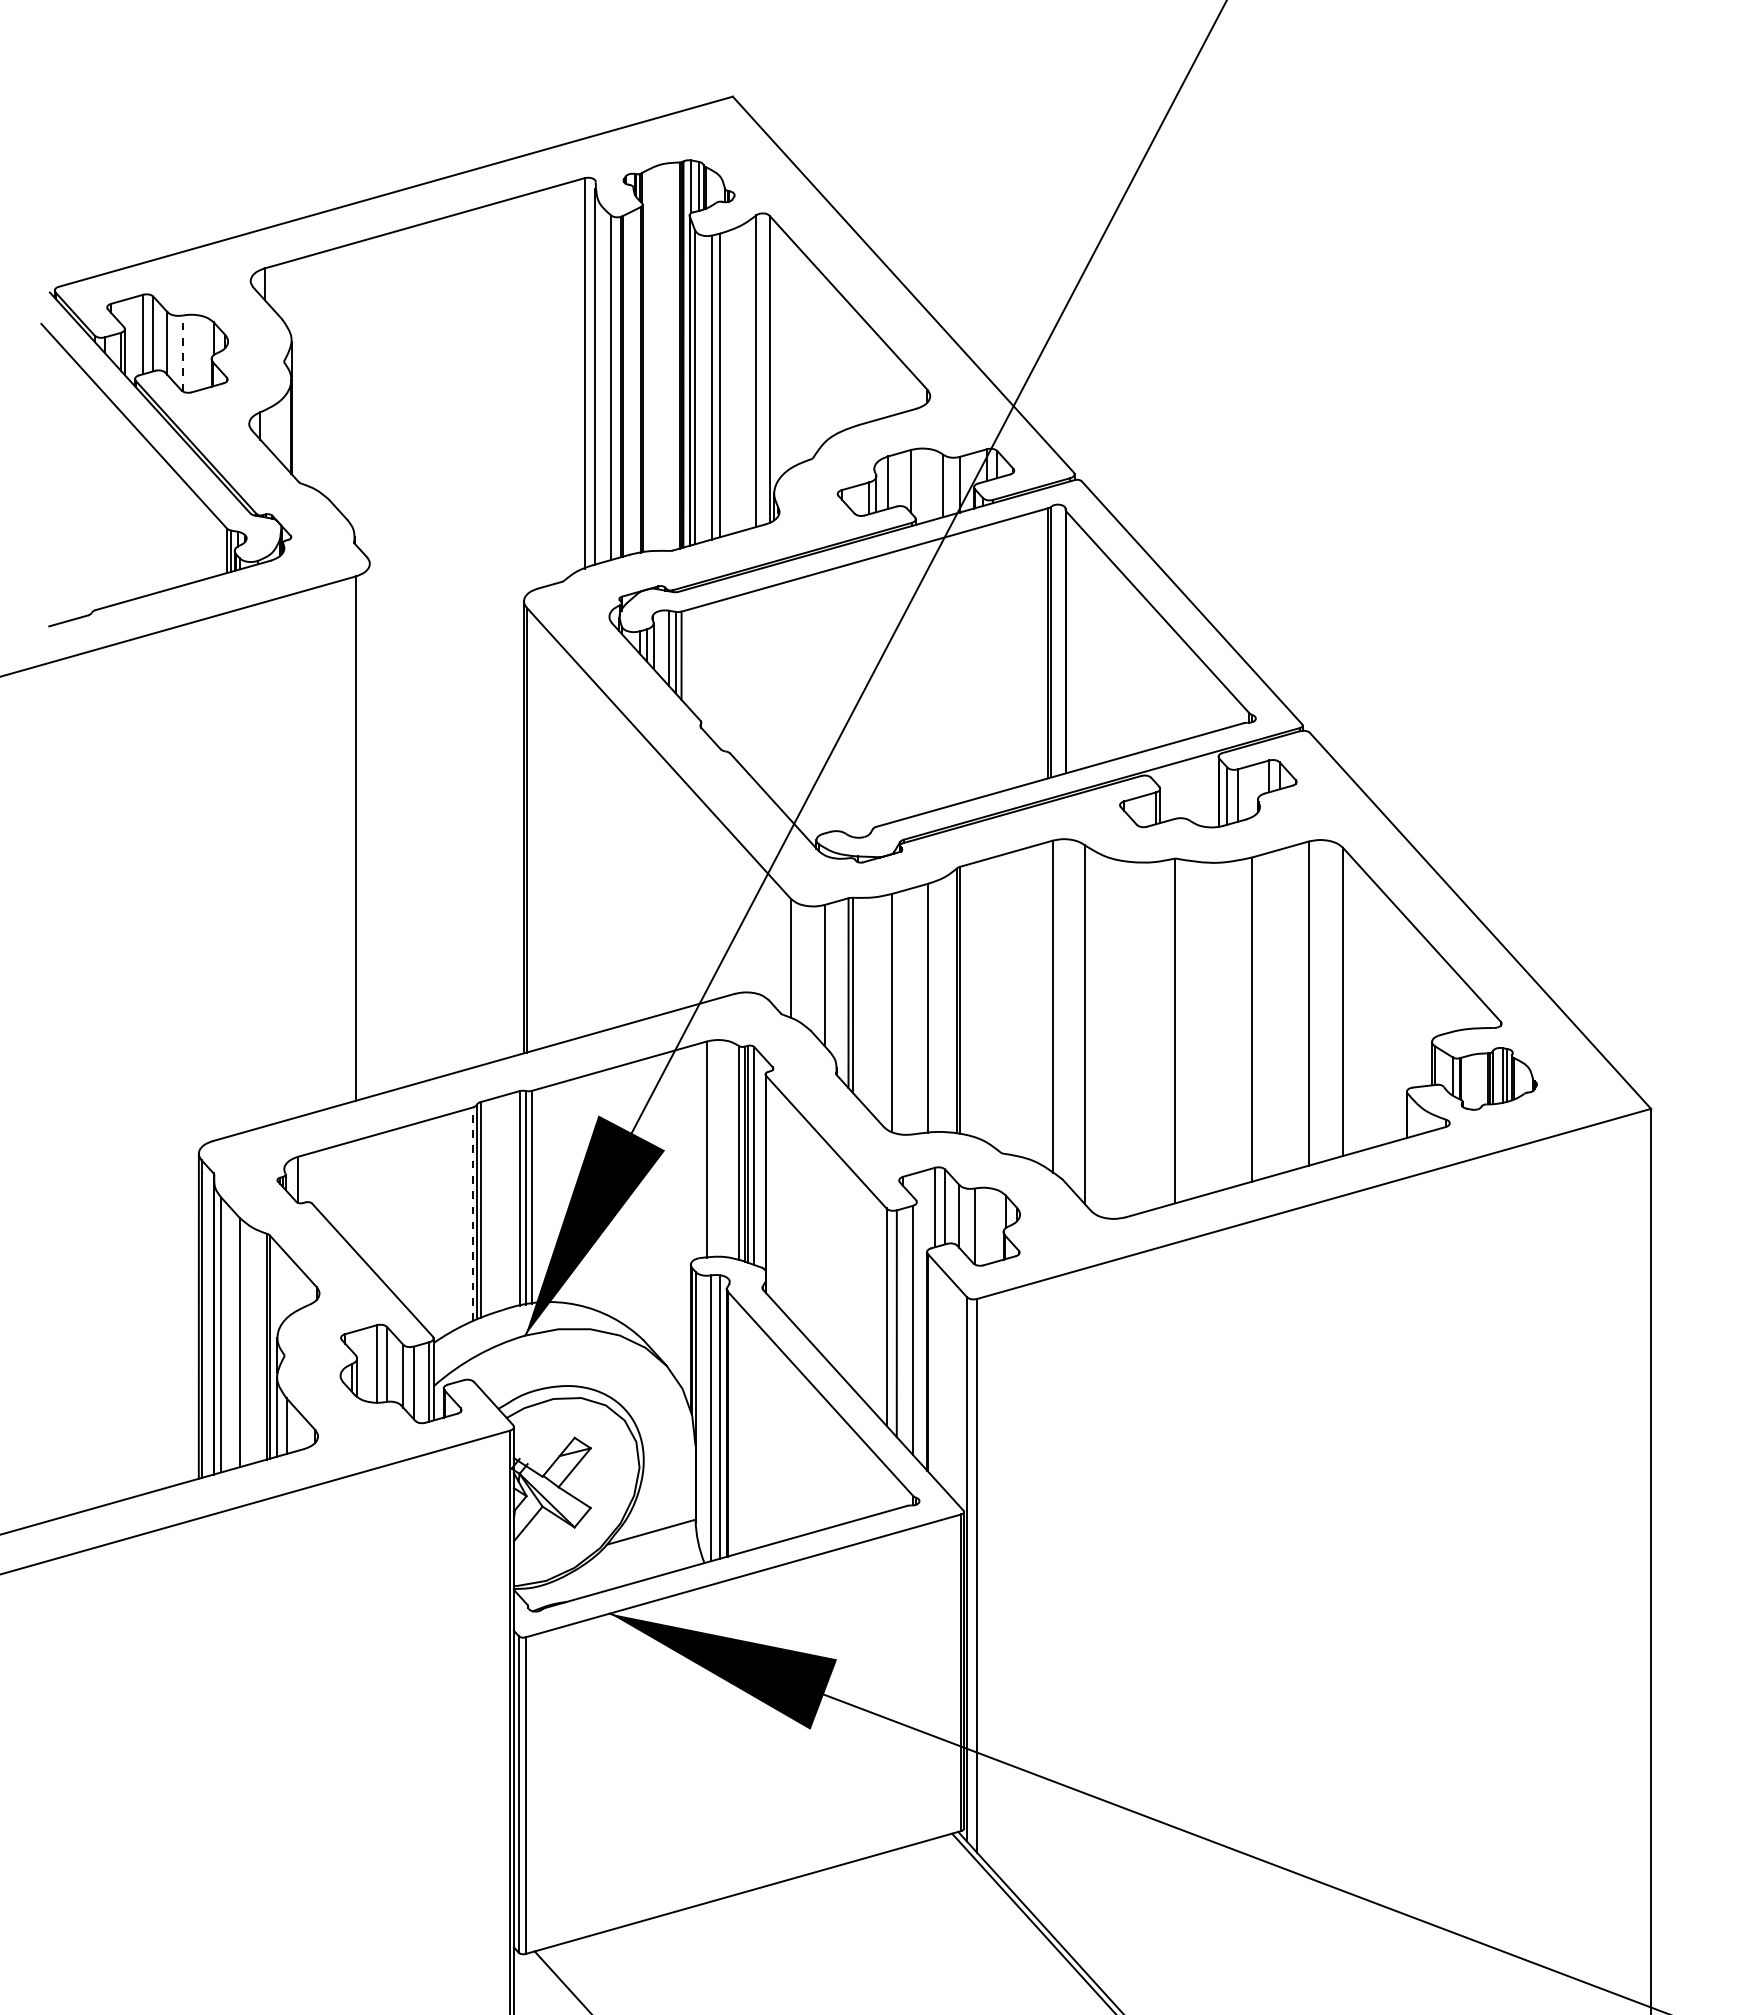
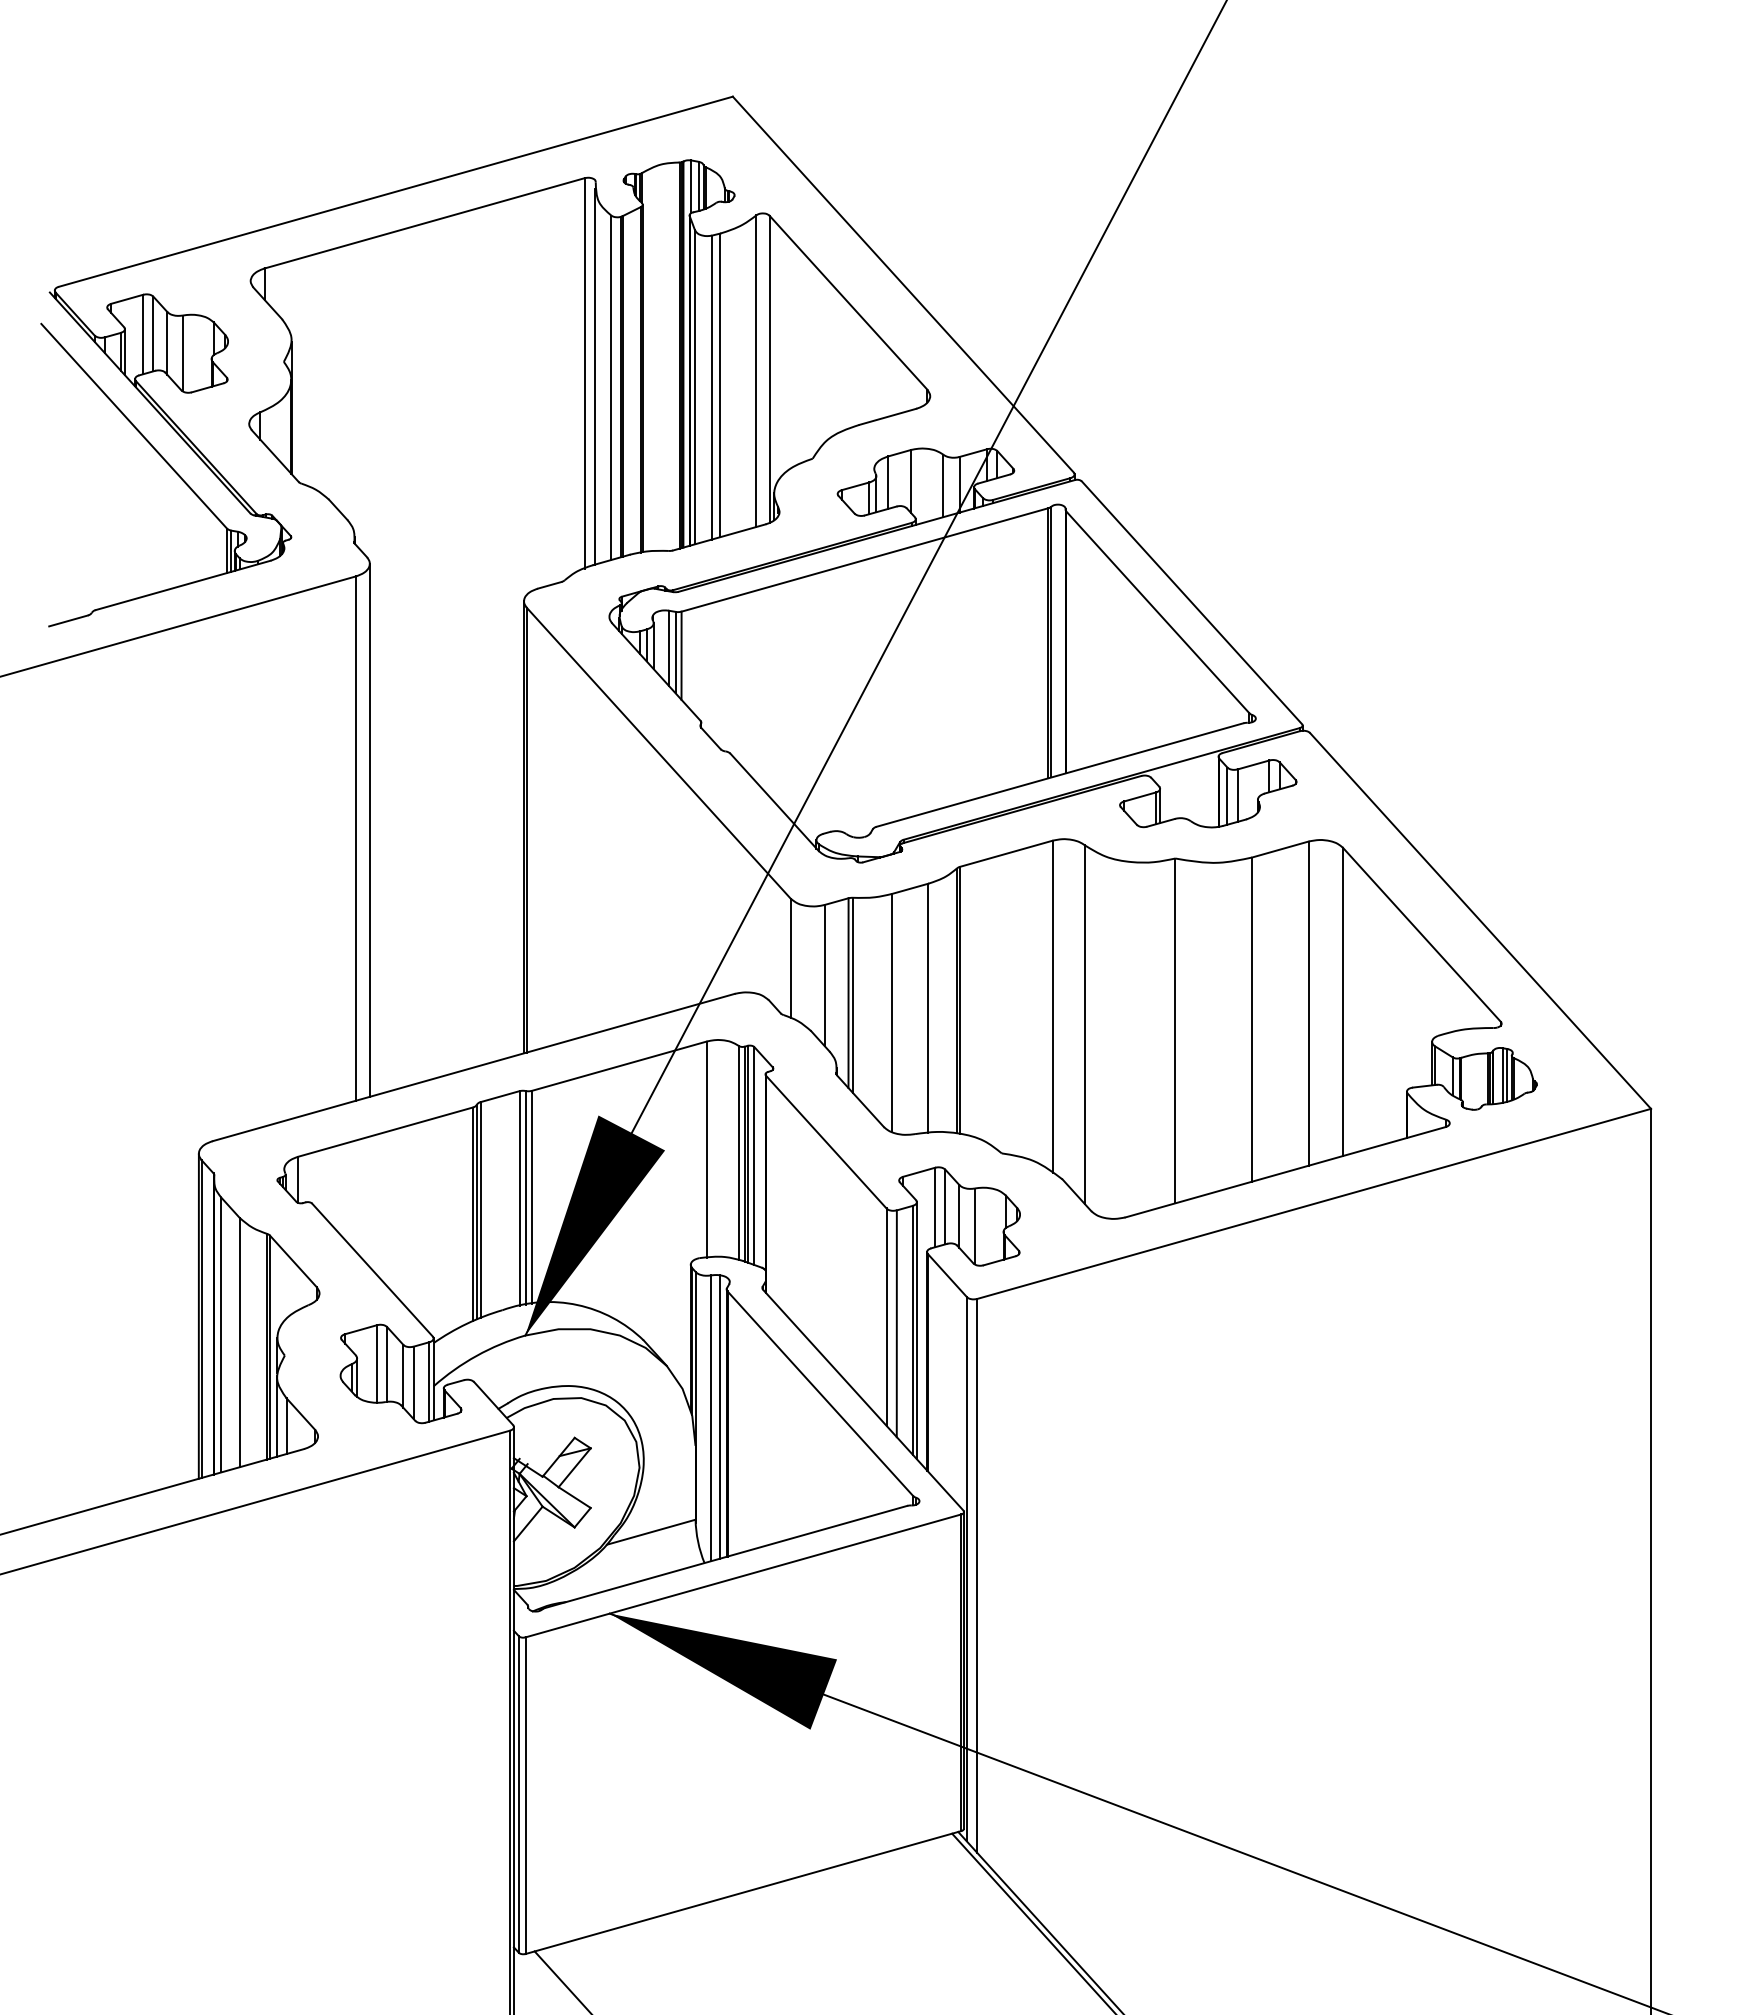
line at (182, 353): dashed -> solid
line at (369, 829): none -> present
line at (472, 1214): dashed -> solid
line at (916, 1330): none -> present
